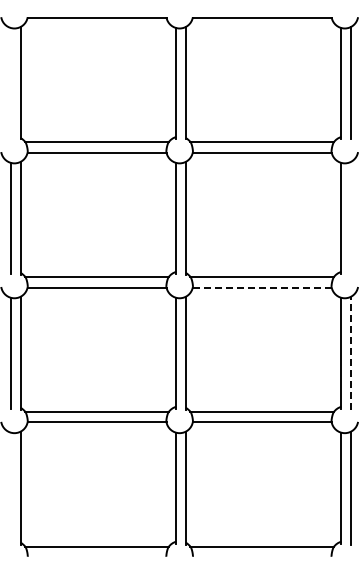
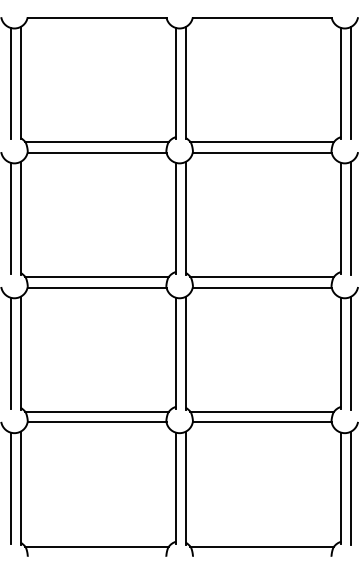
line at (11, 82): none -> present
line at (350, 217): none -> present
line at (262, 287): dashed -> solid
line at (350, 353): dashed -> solid
line at (11, 488): none -> present
